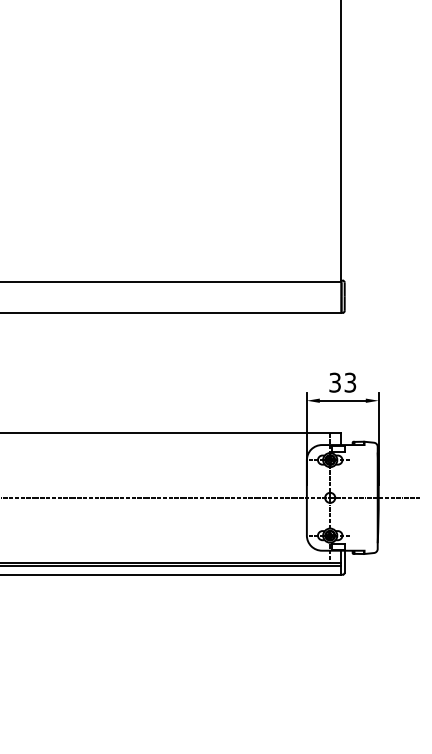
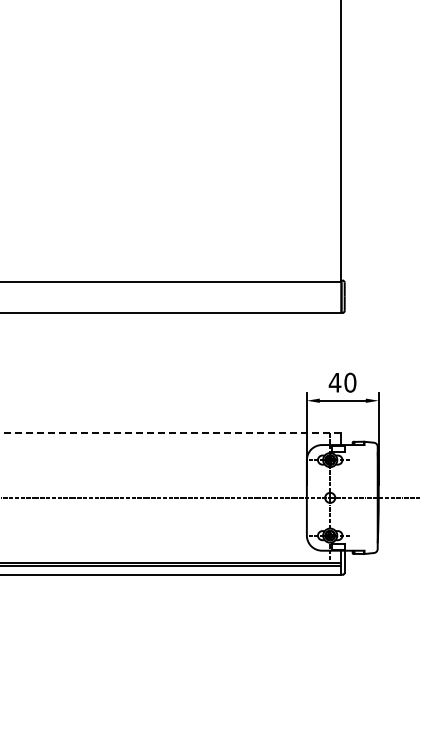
text at (342, 382): 33 -> 40
line at (170, 433): solid -> dashed
